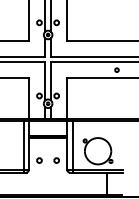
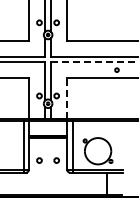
line at (94, 62): solid -> dashed
line at (66, 97): solid -> dashed
